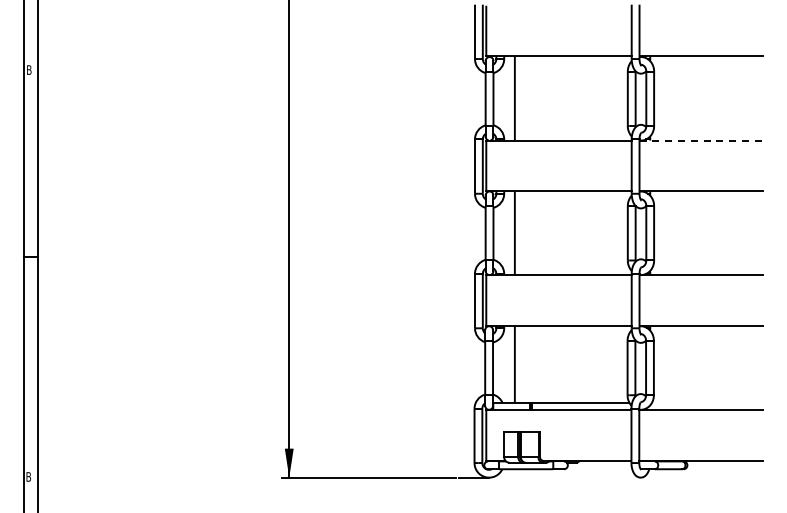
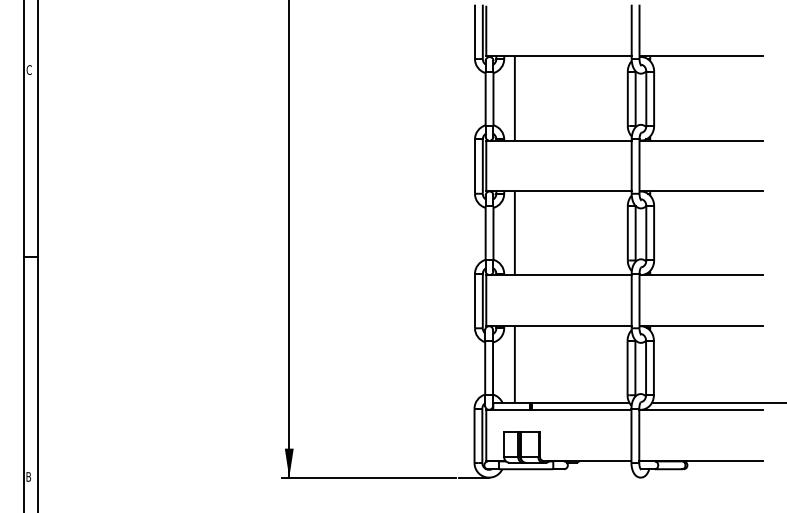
text at (28, 69): B -> C
line at (701, 140): dashed -> solid
line at (717, 402): none -> present
